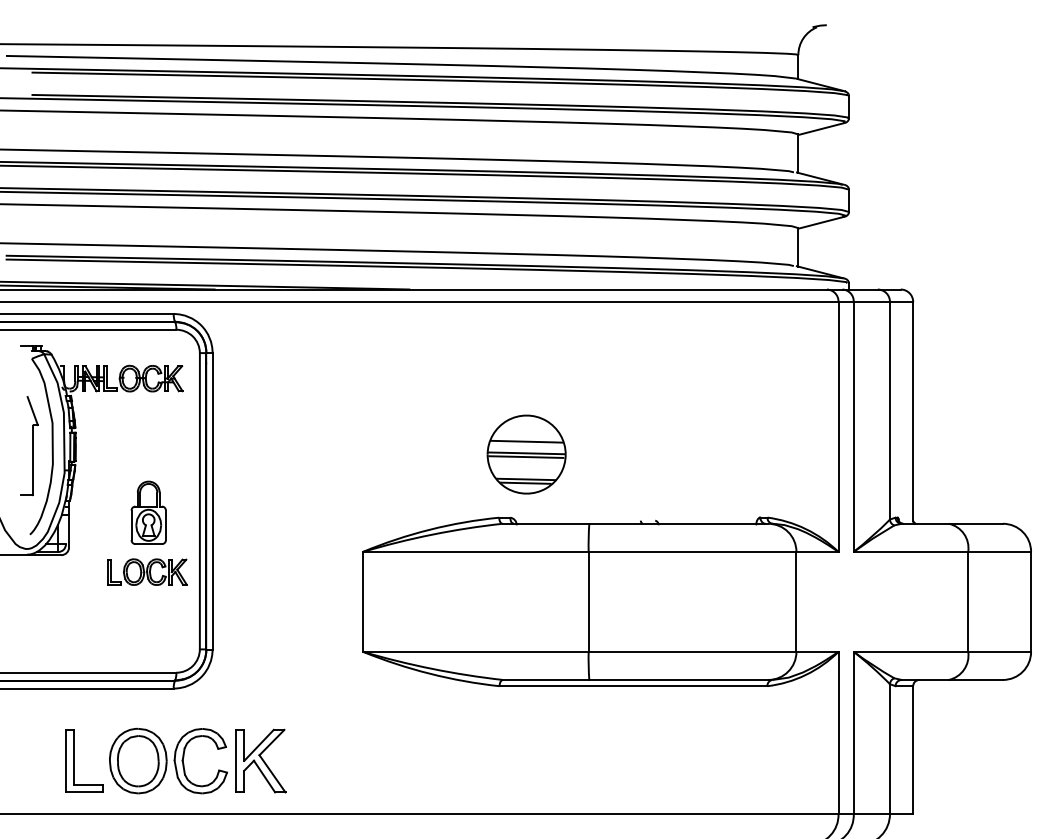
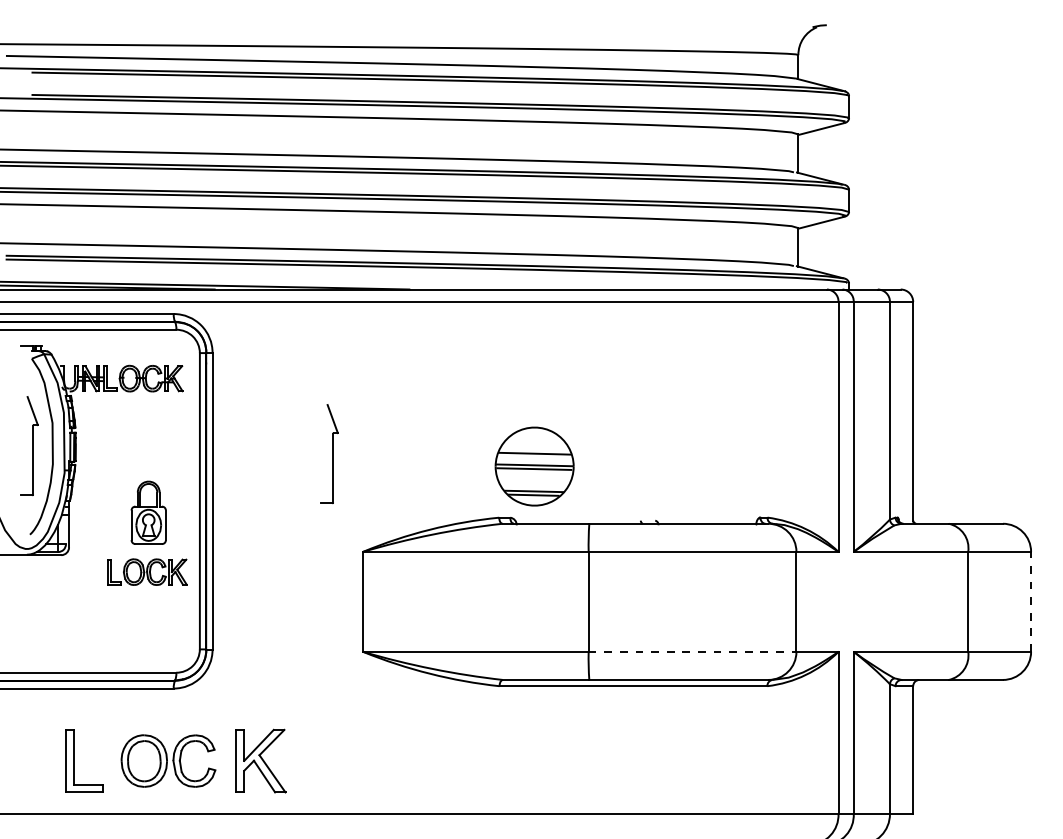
part at (329, 454): none -> present
part at (526, 454) position: (526, 454) -> (534, 466)
line at (1031, 601): solid -> dashed
line at (692, 651): solid -> dashed
part at (168, 760) size: 119x68 px -> 97x54 px
